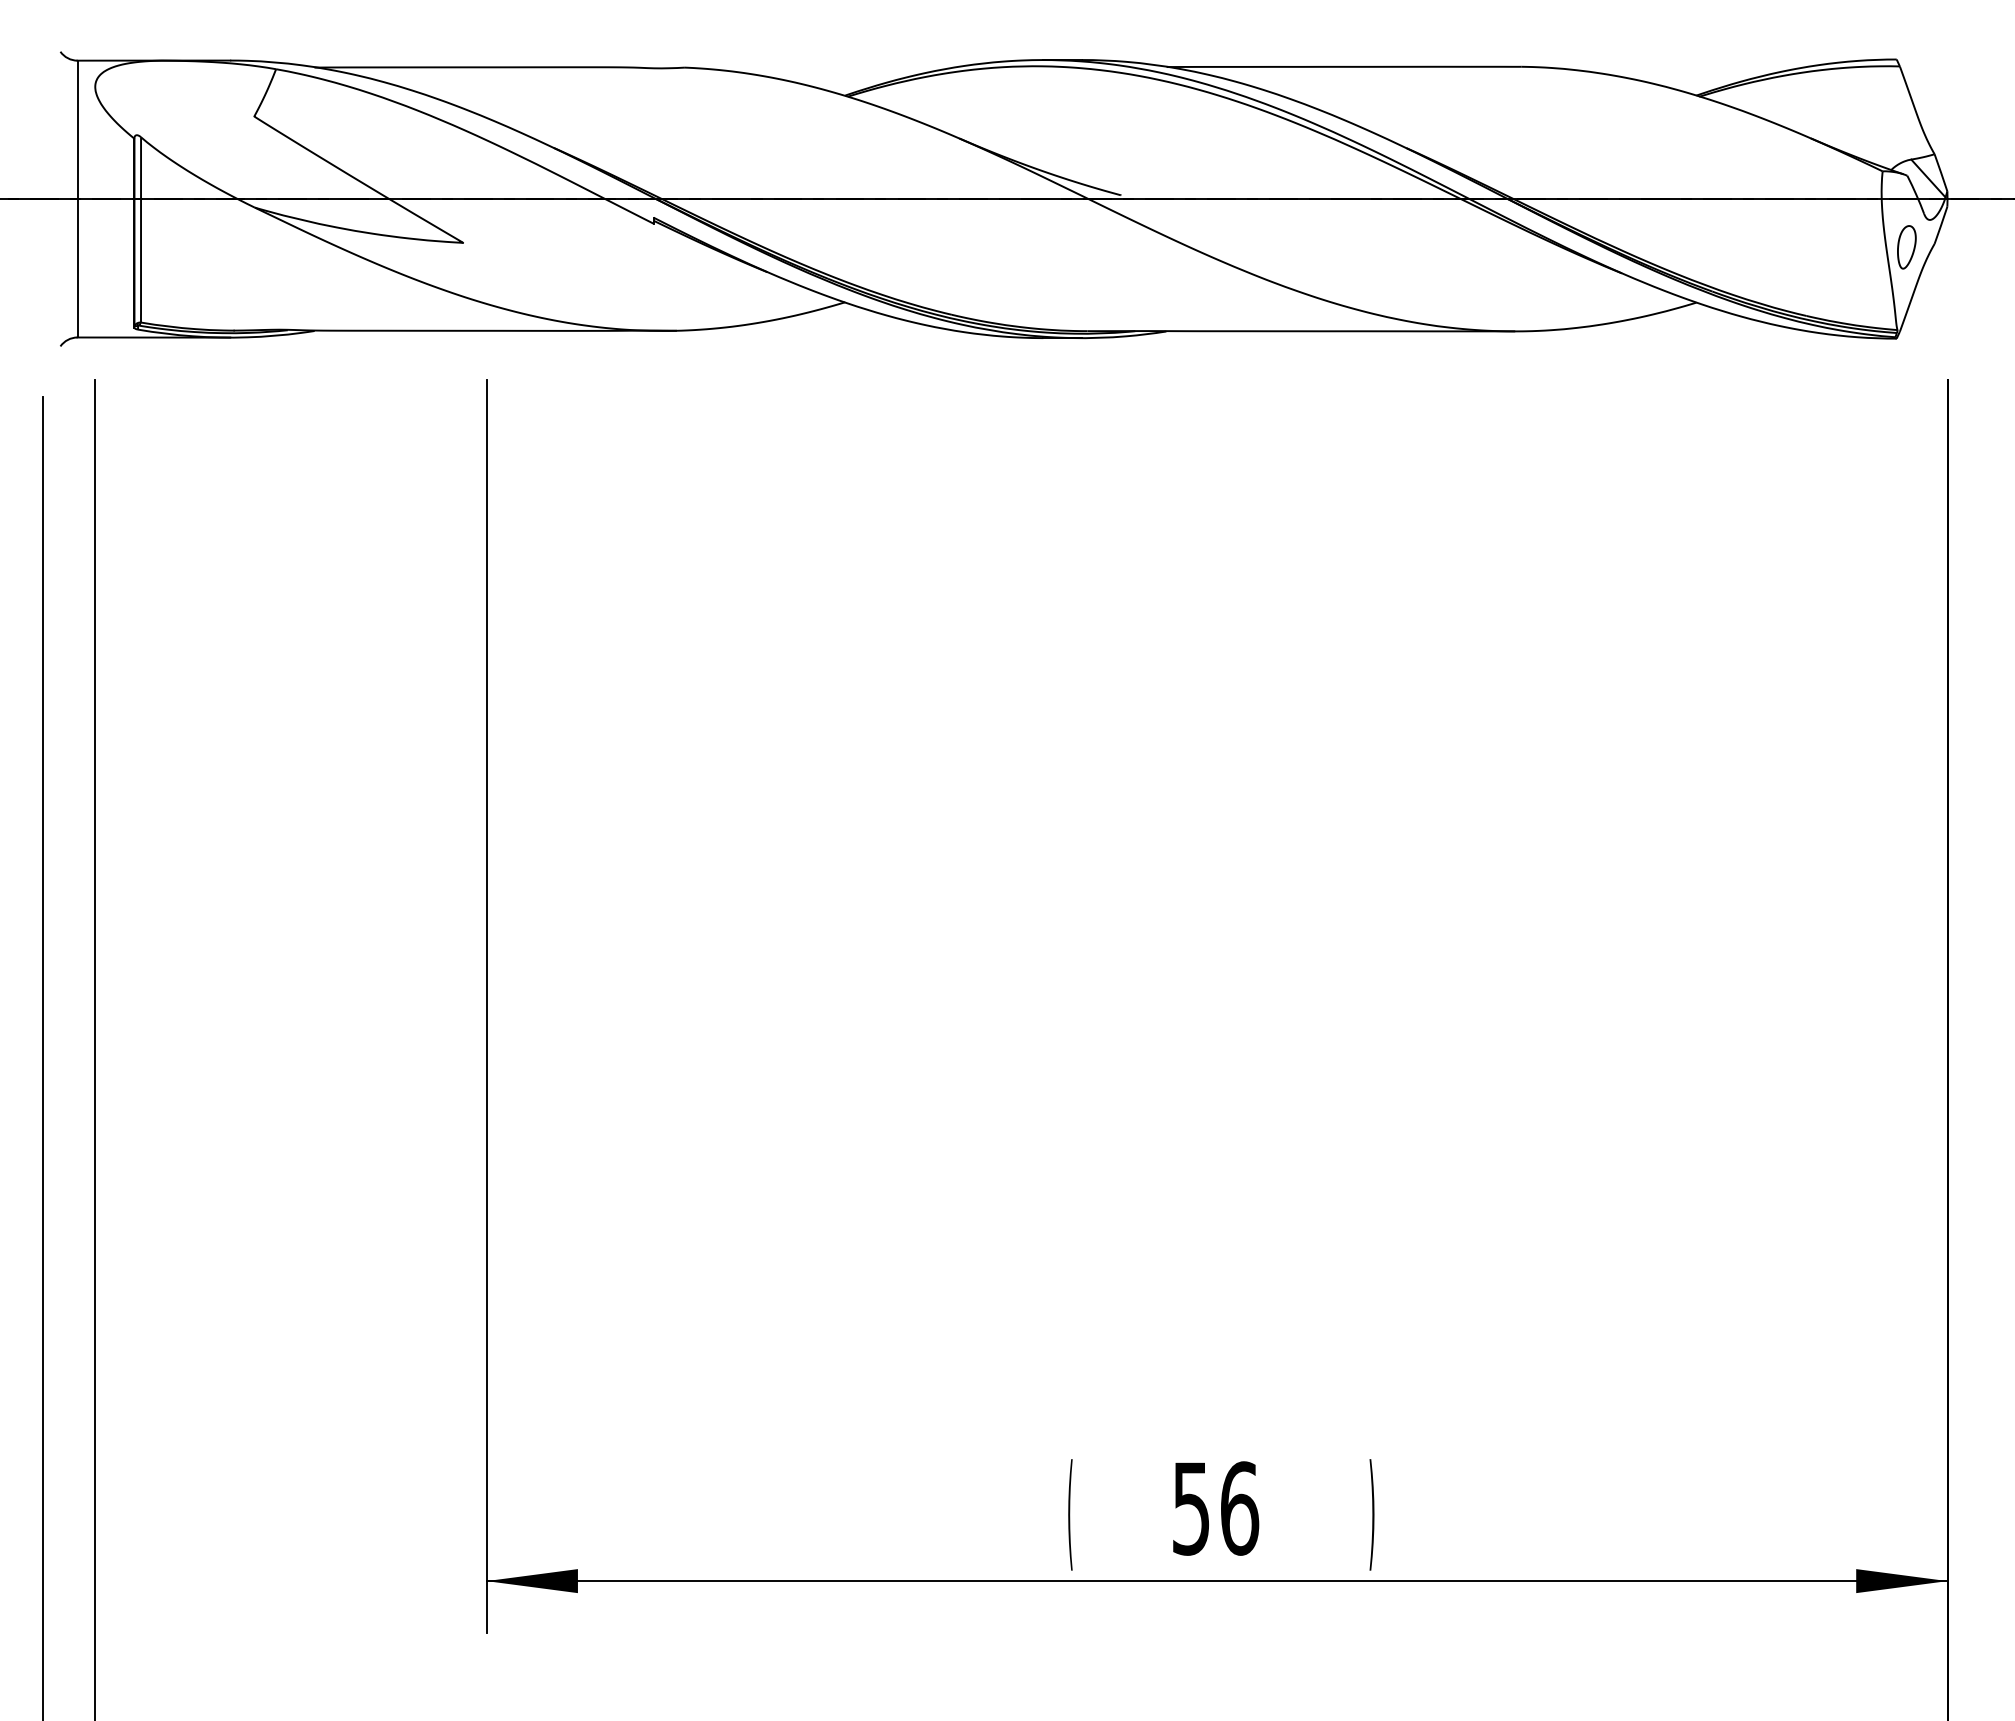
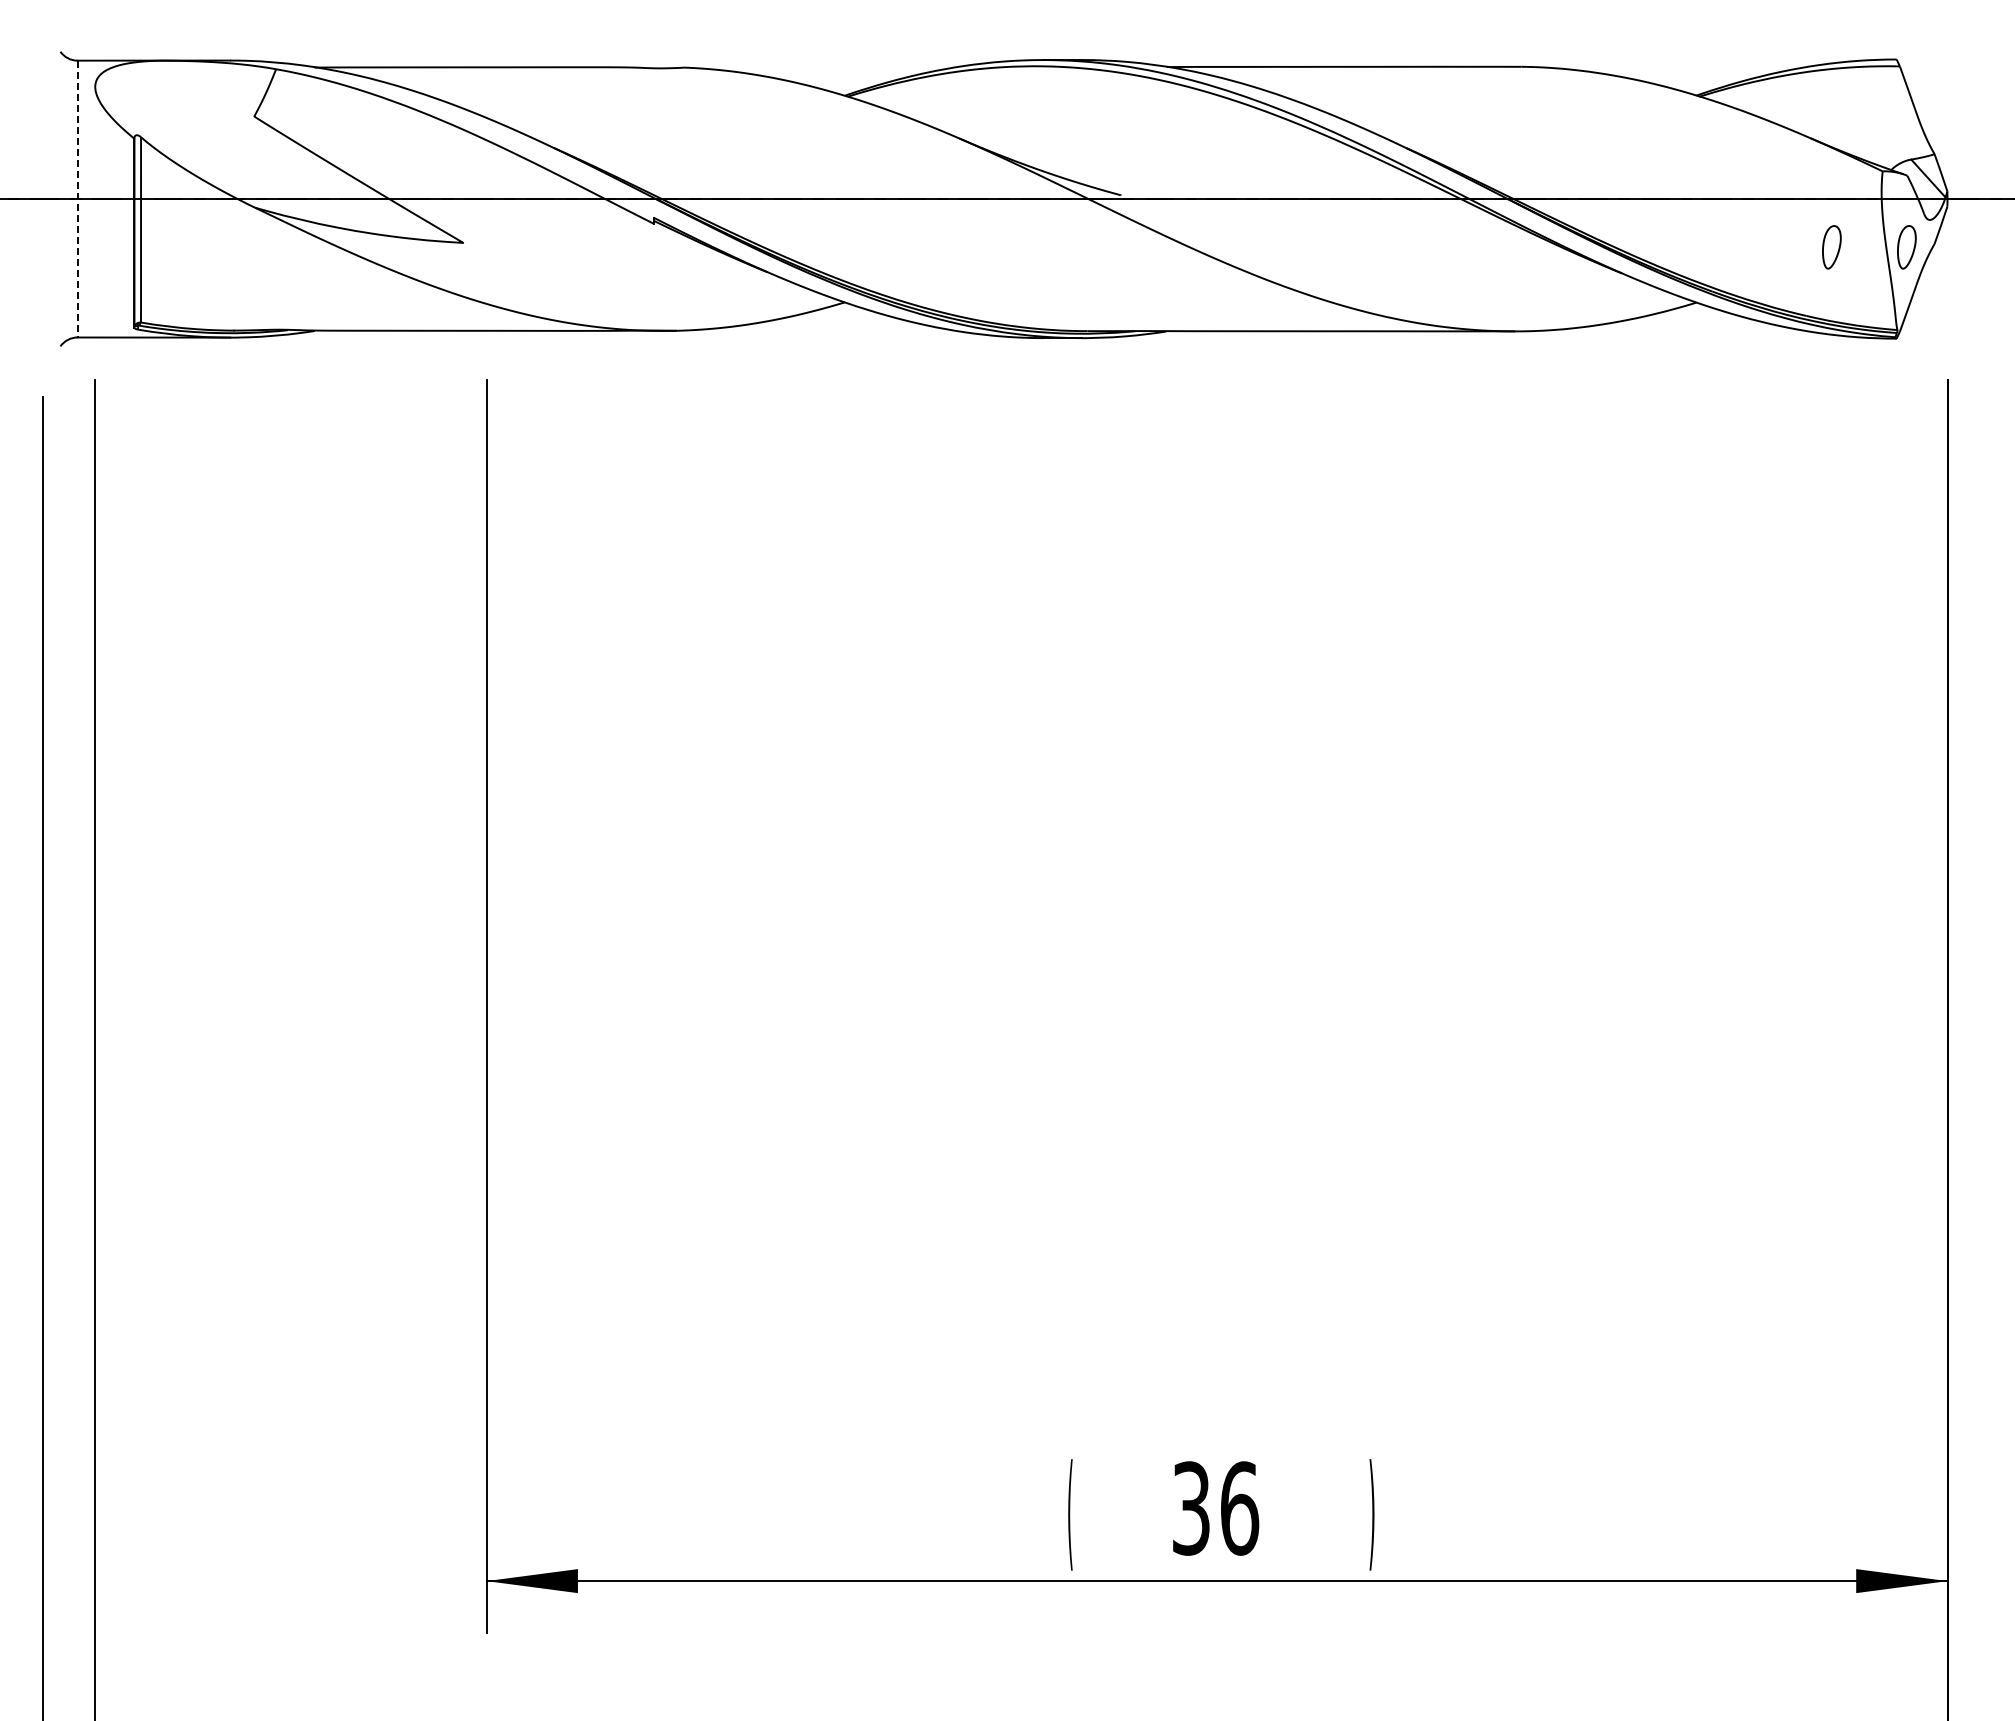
line at (77, 199): solid -> dashed
part at (1831, 247): none -> present
text at (1191, 1508): 56 -> 36
